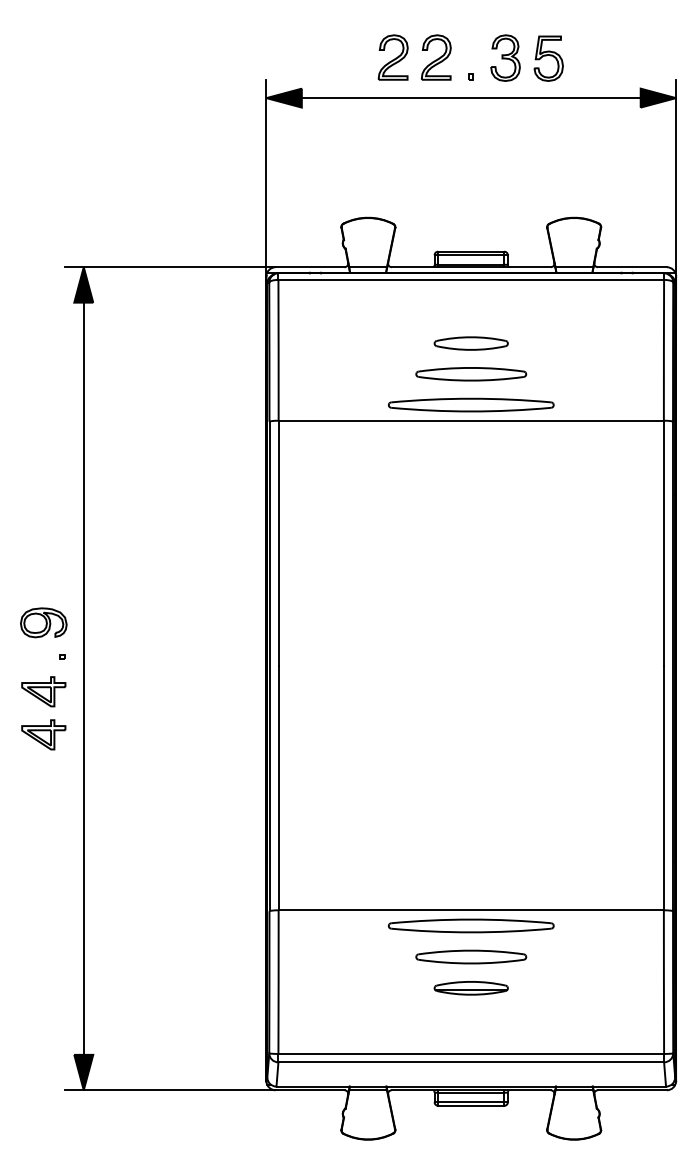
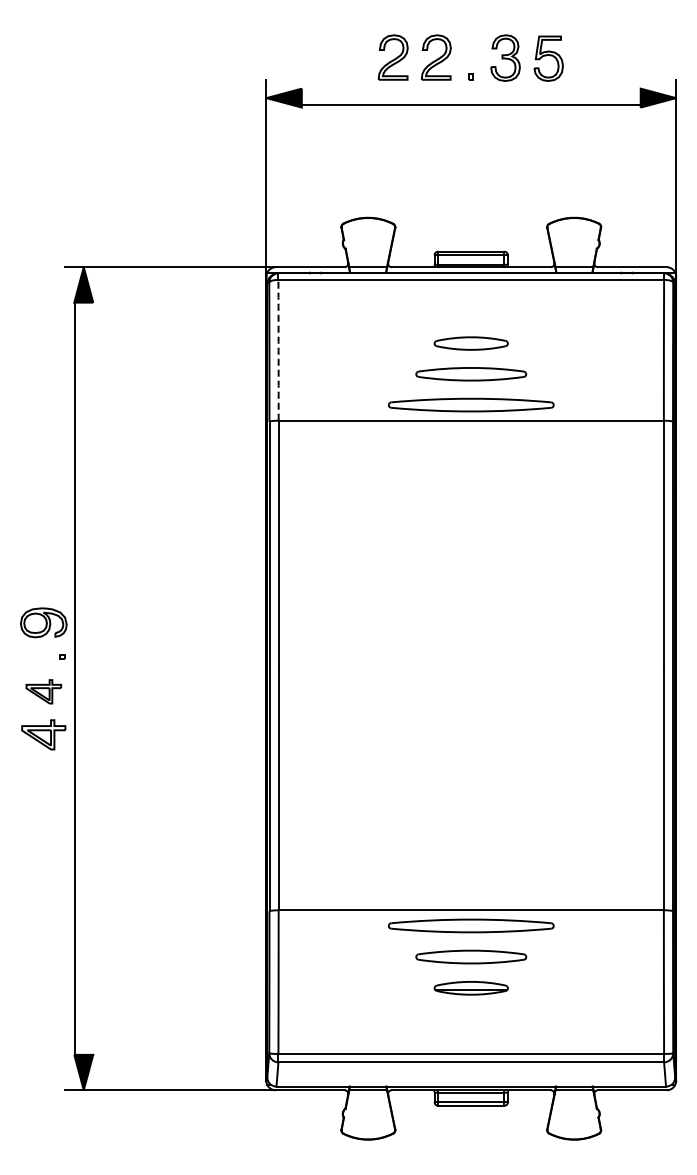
line at (470, 98) position: (470, 98) -> (470, 105)
arc at (278, 350): solid -> dashed
line at (83, 678) position: (83, 678) -> (74, 678)
part at (43, 691) size: 46x32 px -> 37x26 px
